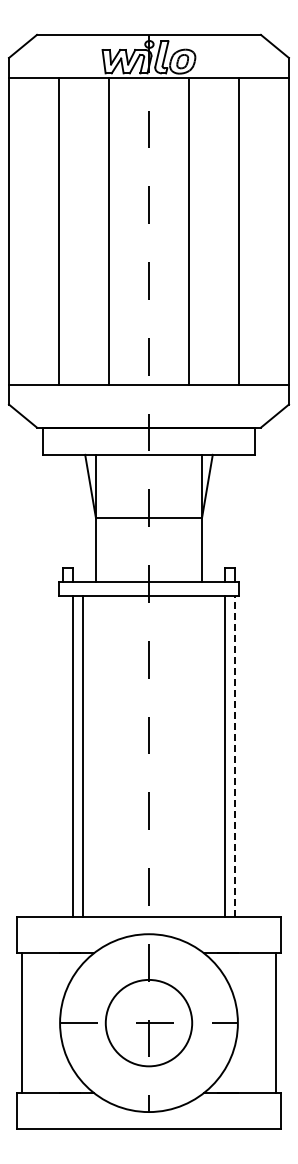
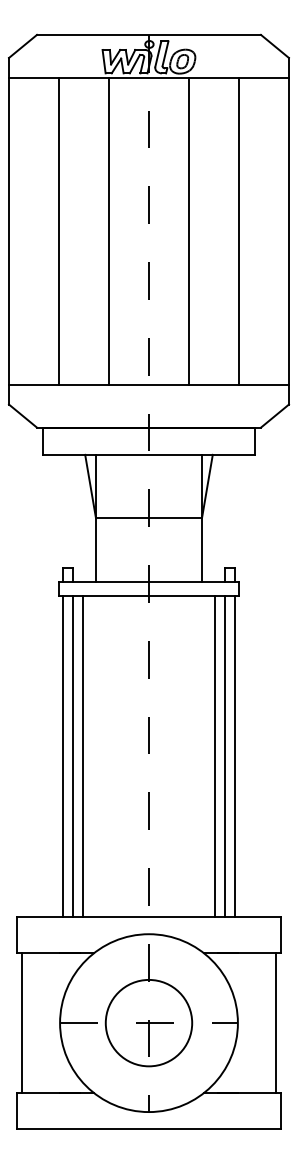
line at (62, 756): none -> present
line at (215, 756): none -> present
line at (235, 756): dashed -> solid
